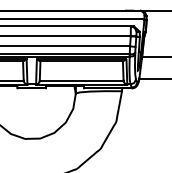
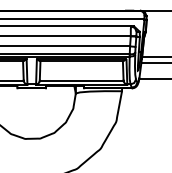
line at (154, 62): none -> present
